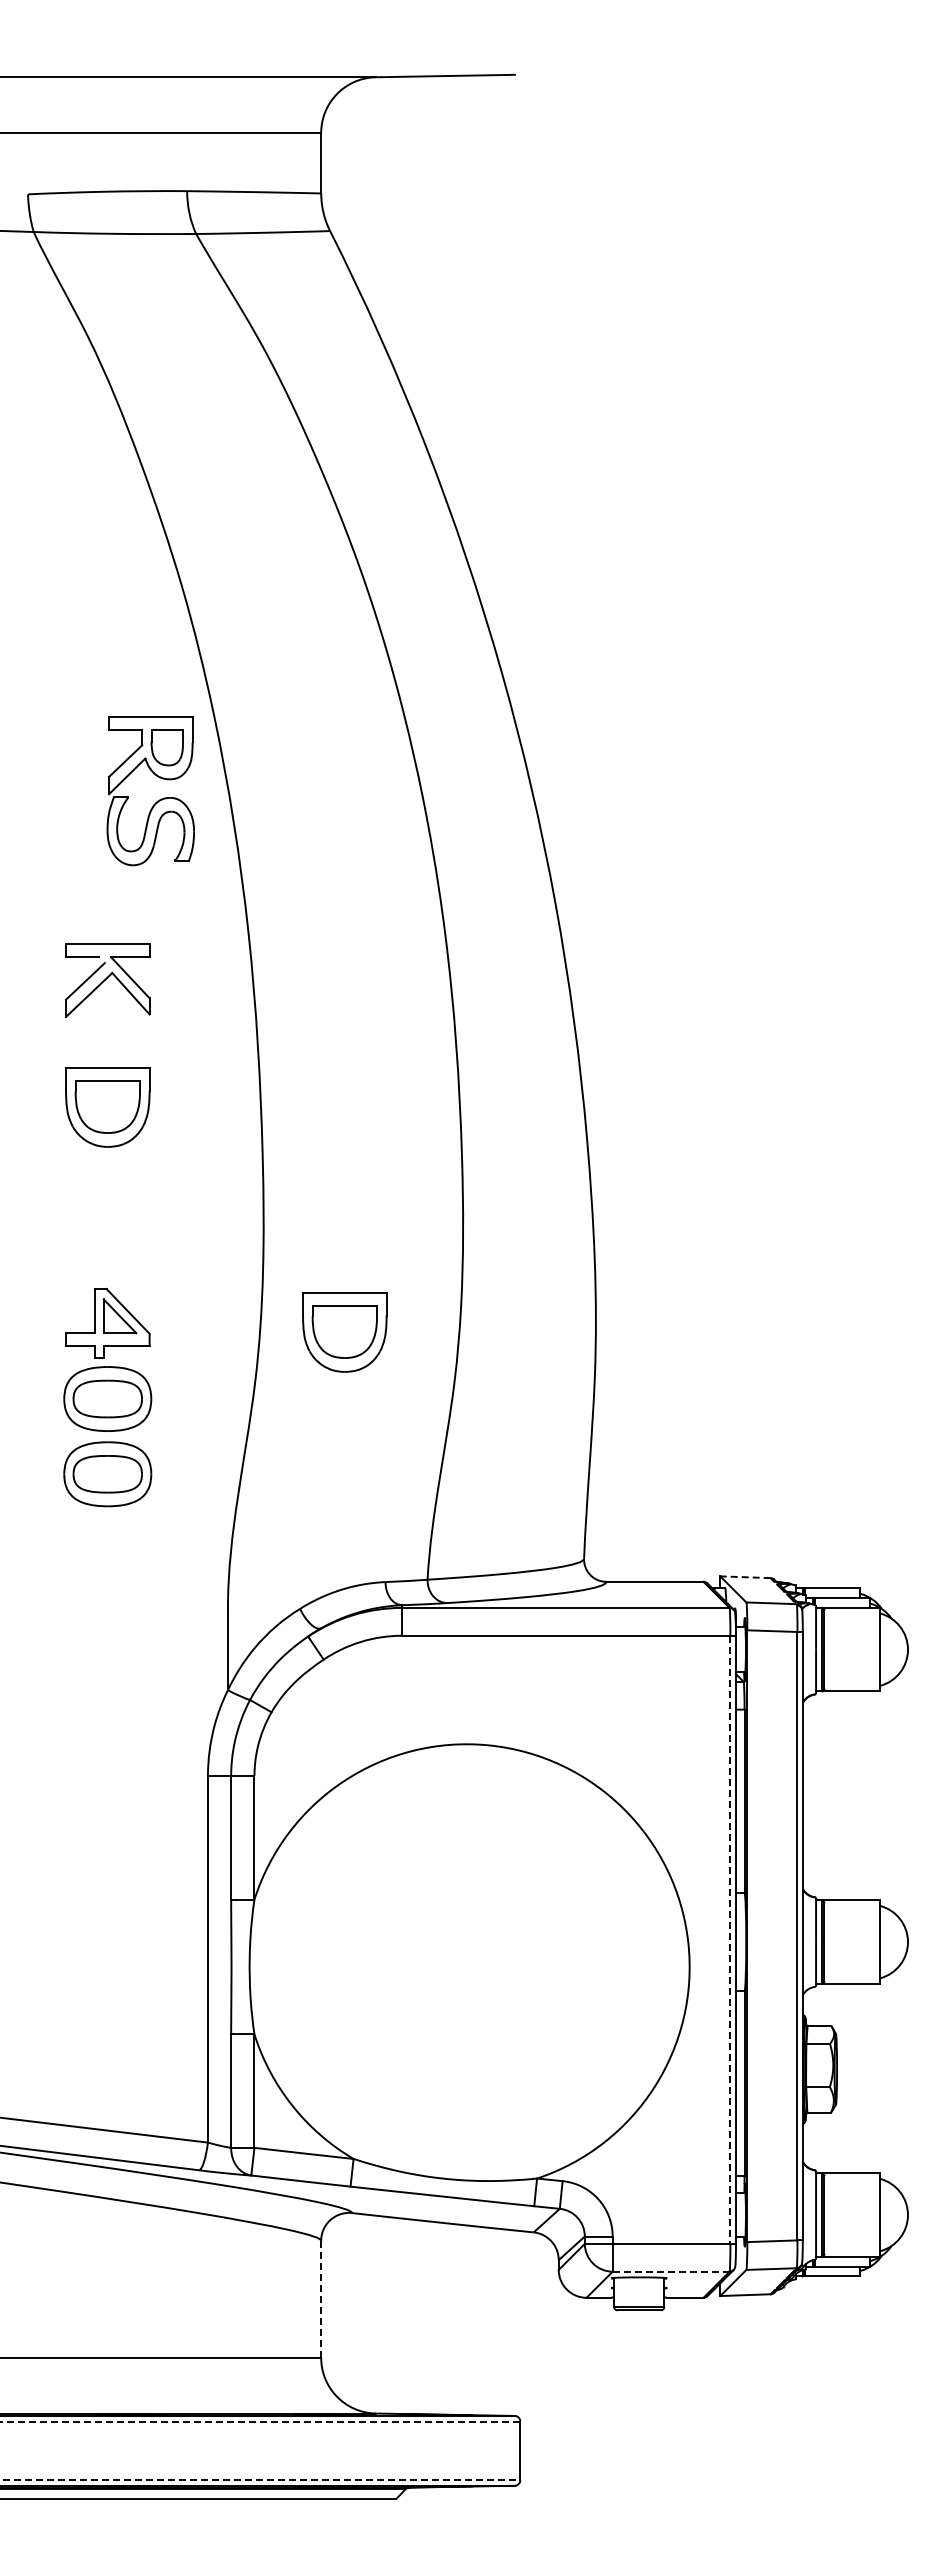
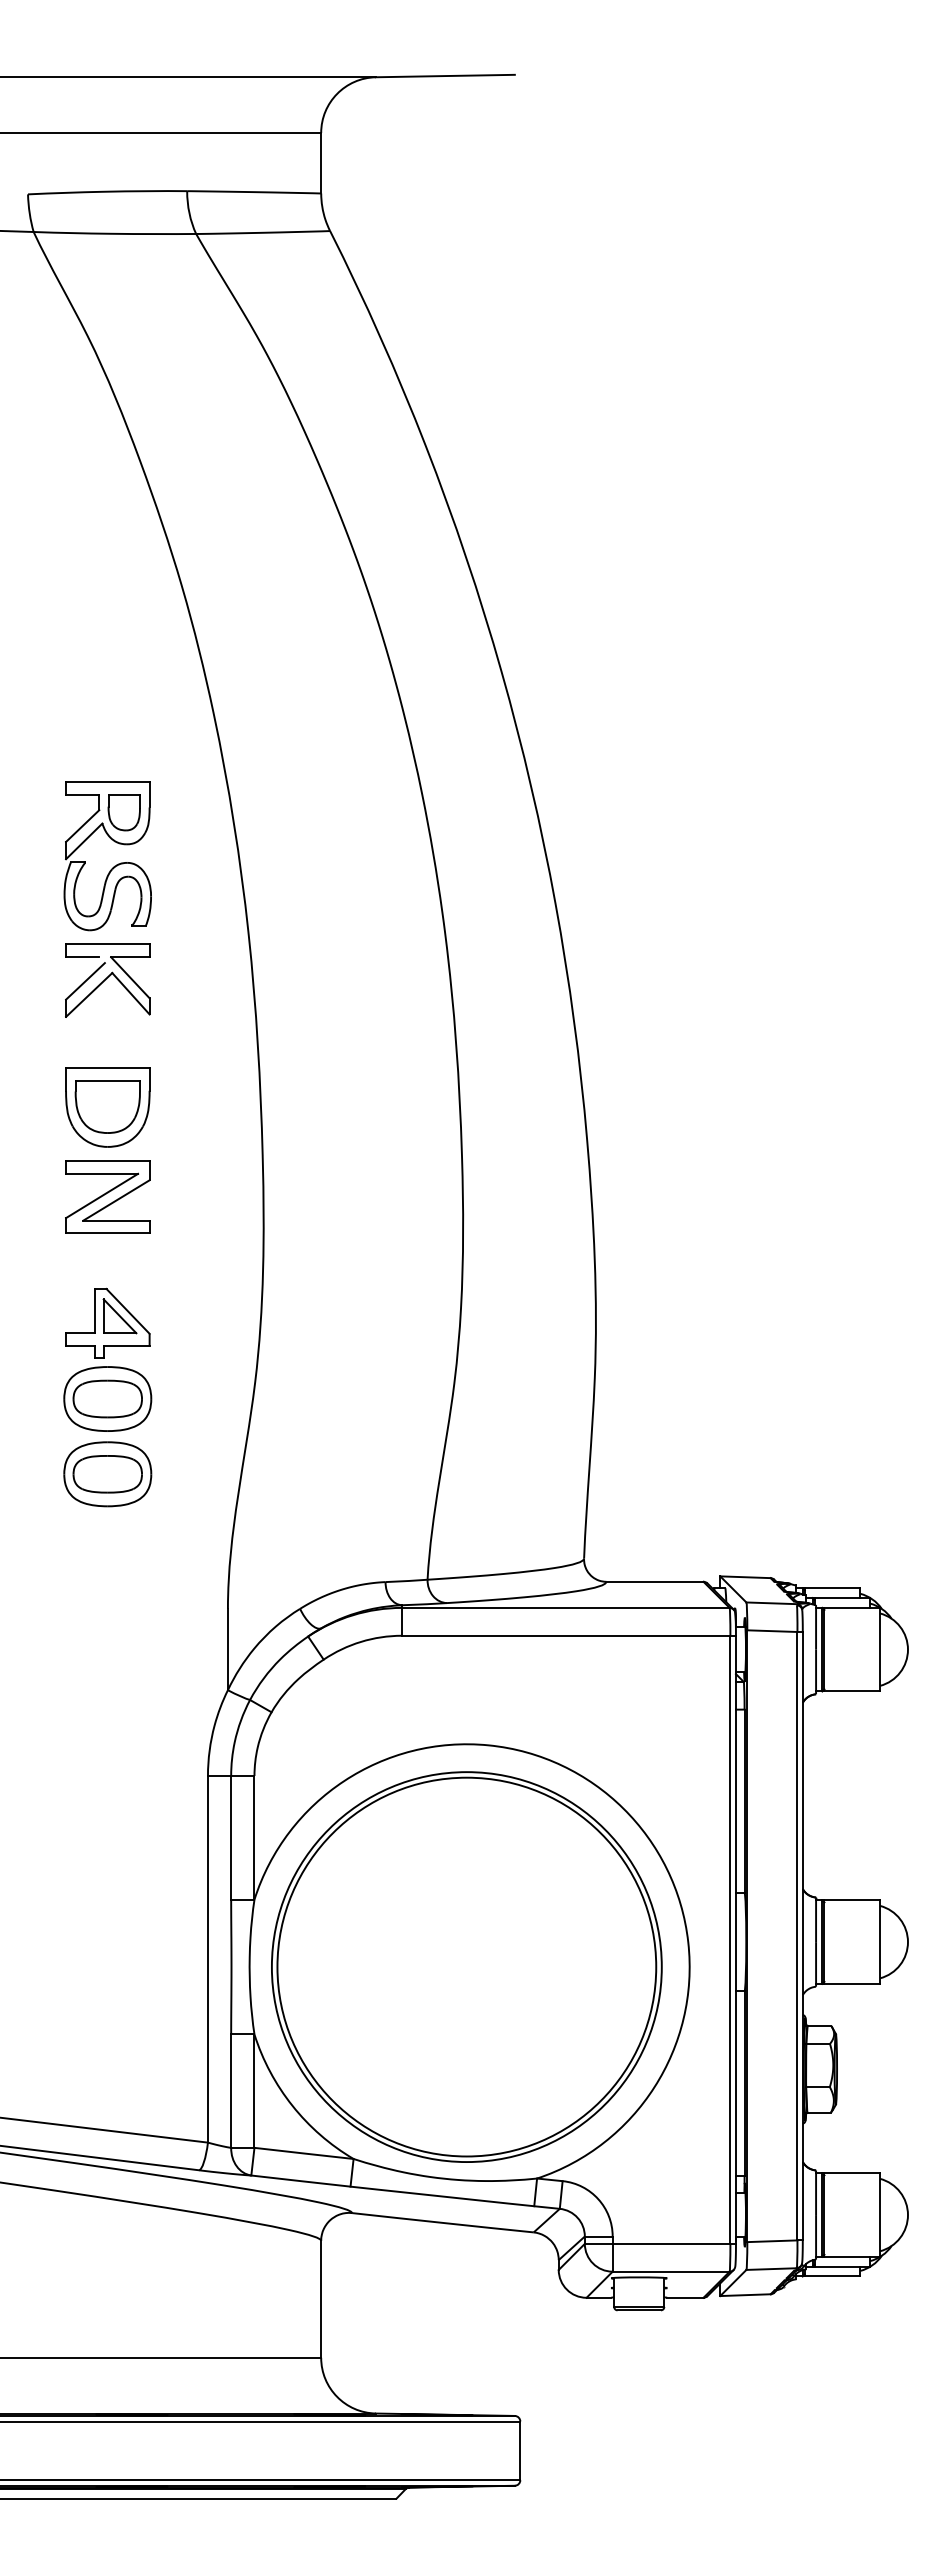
part at (157, 800) position: (157, 800) -> (114, 865)
part at (107, 1196): none -> present
part at (344, 1332): present -> none
line at (744, 1577): dashed -> solid
line at (730, 1940): dashed -> solid
part at (466, 1966): none -> present
line at (671, 2271): dashed -> solid
line at (321, 2299): dashed -> solid
line at (260, 2421): dashed -> solid
line at (260, 2480): dashed -> solid
